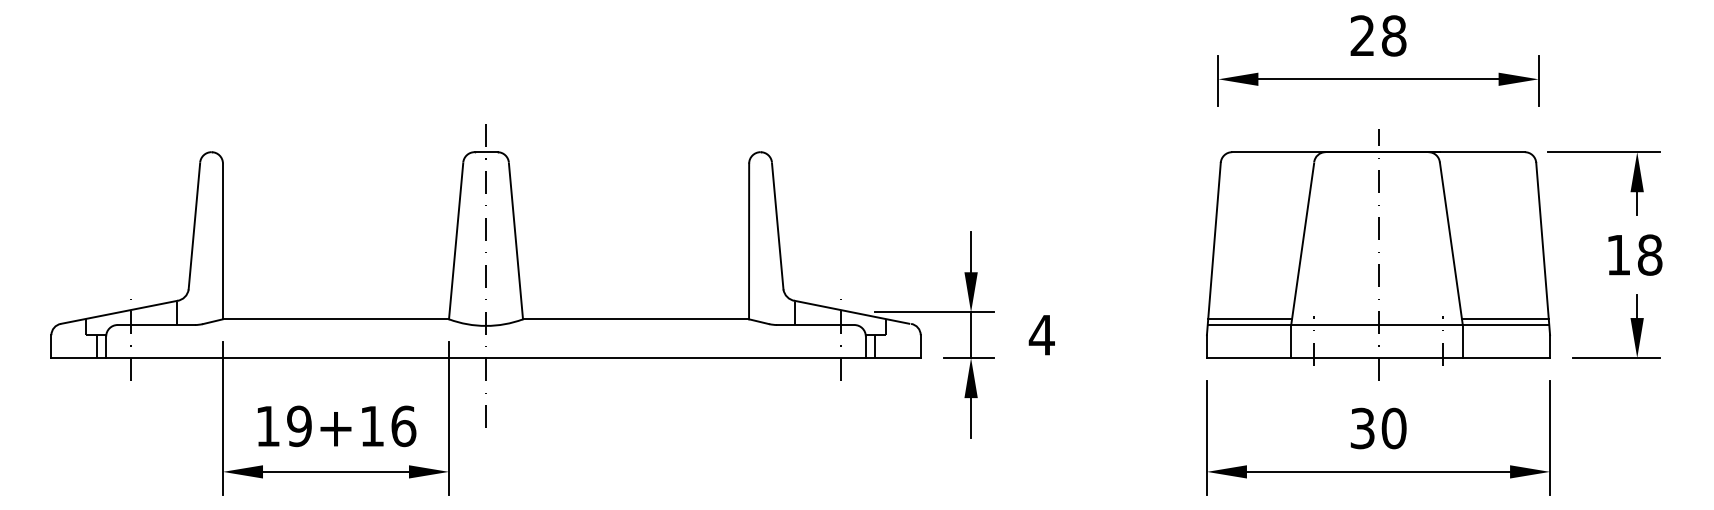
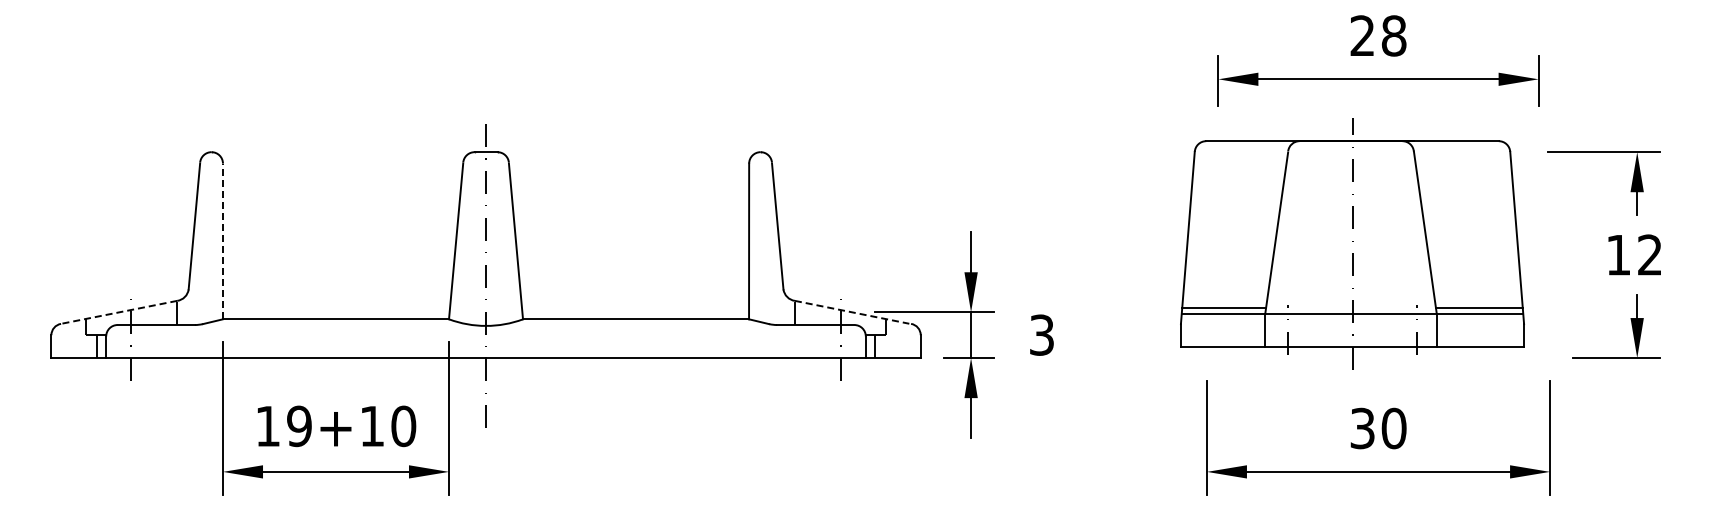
line at (222, 241): solid -> dashed
part at (1378, 254) position: (1378, 254) -> (1352, 243)
text at (1649, 254): 18 -> 12
line at (118, 312): solid -> dashed
line at (852, 312): solid -> dashed
text at (1041, 334): 4 -> 3
text at (403, 425): 19+16 -> 19+10
